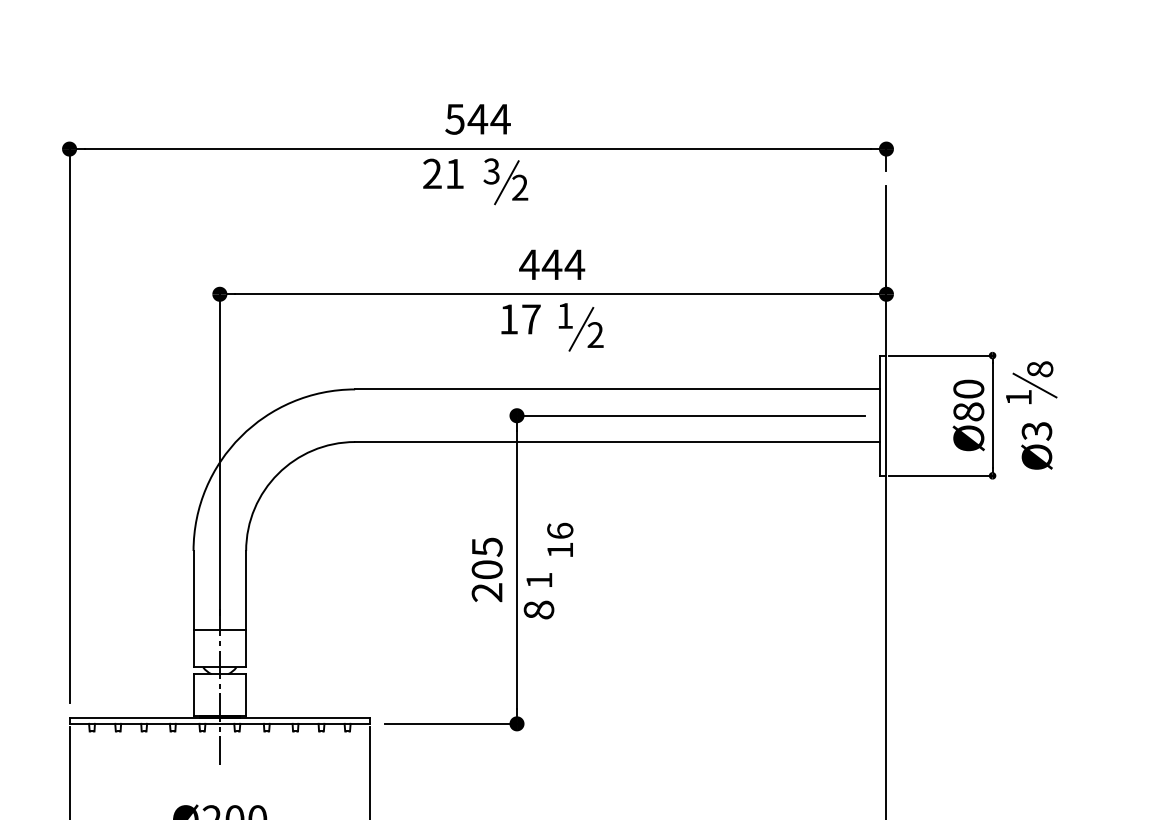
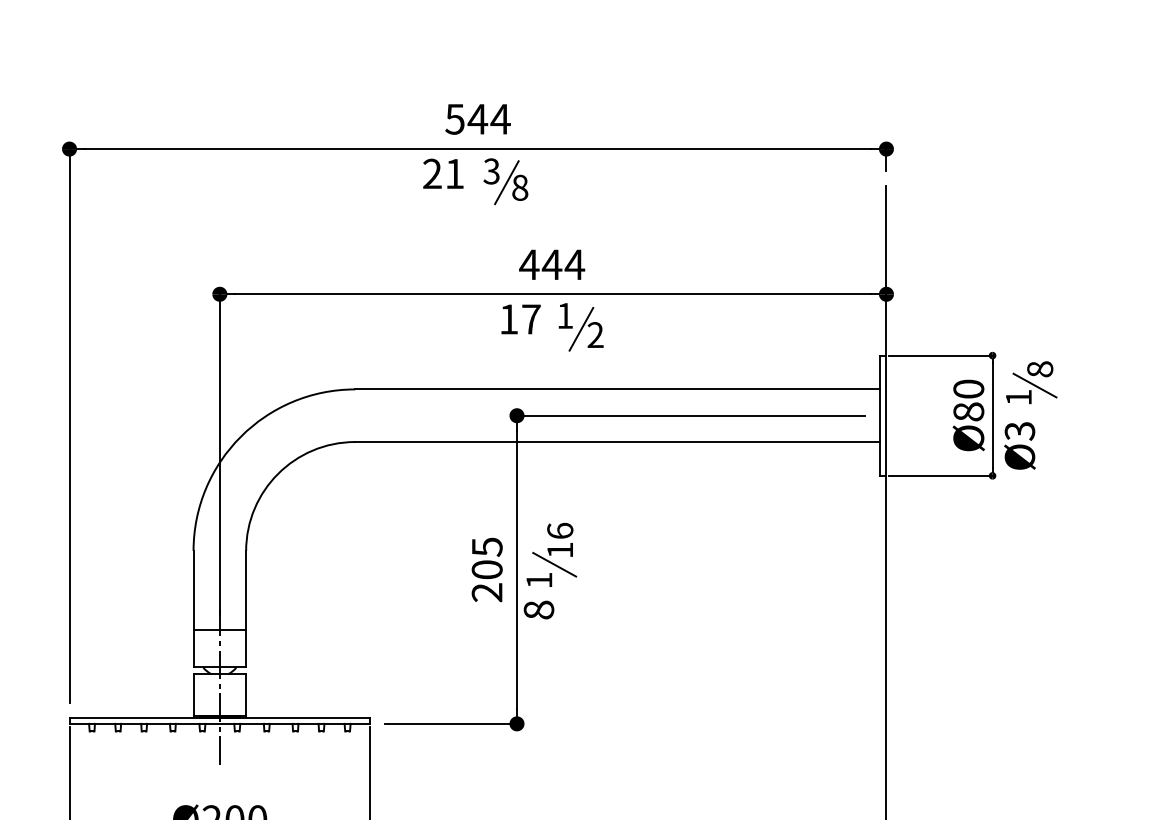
text at (520, 187): 2 -> 8
text at (1036, 445) position: (1036, 445) -> (1019, 445)
line at (554, 564): none -> present
